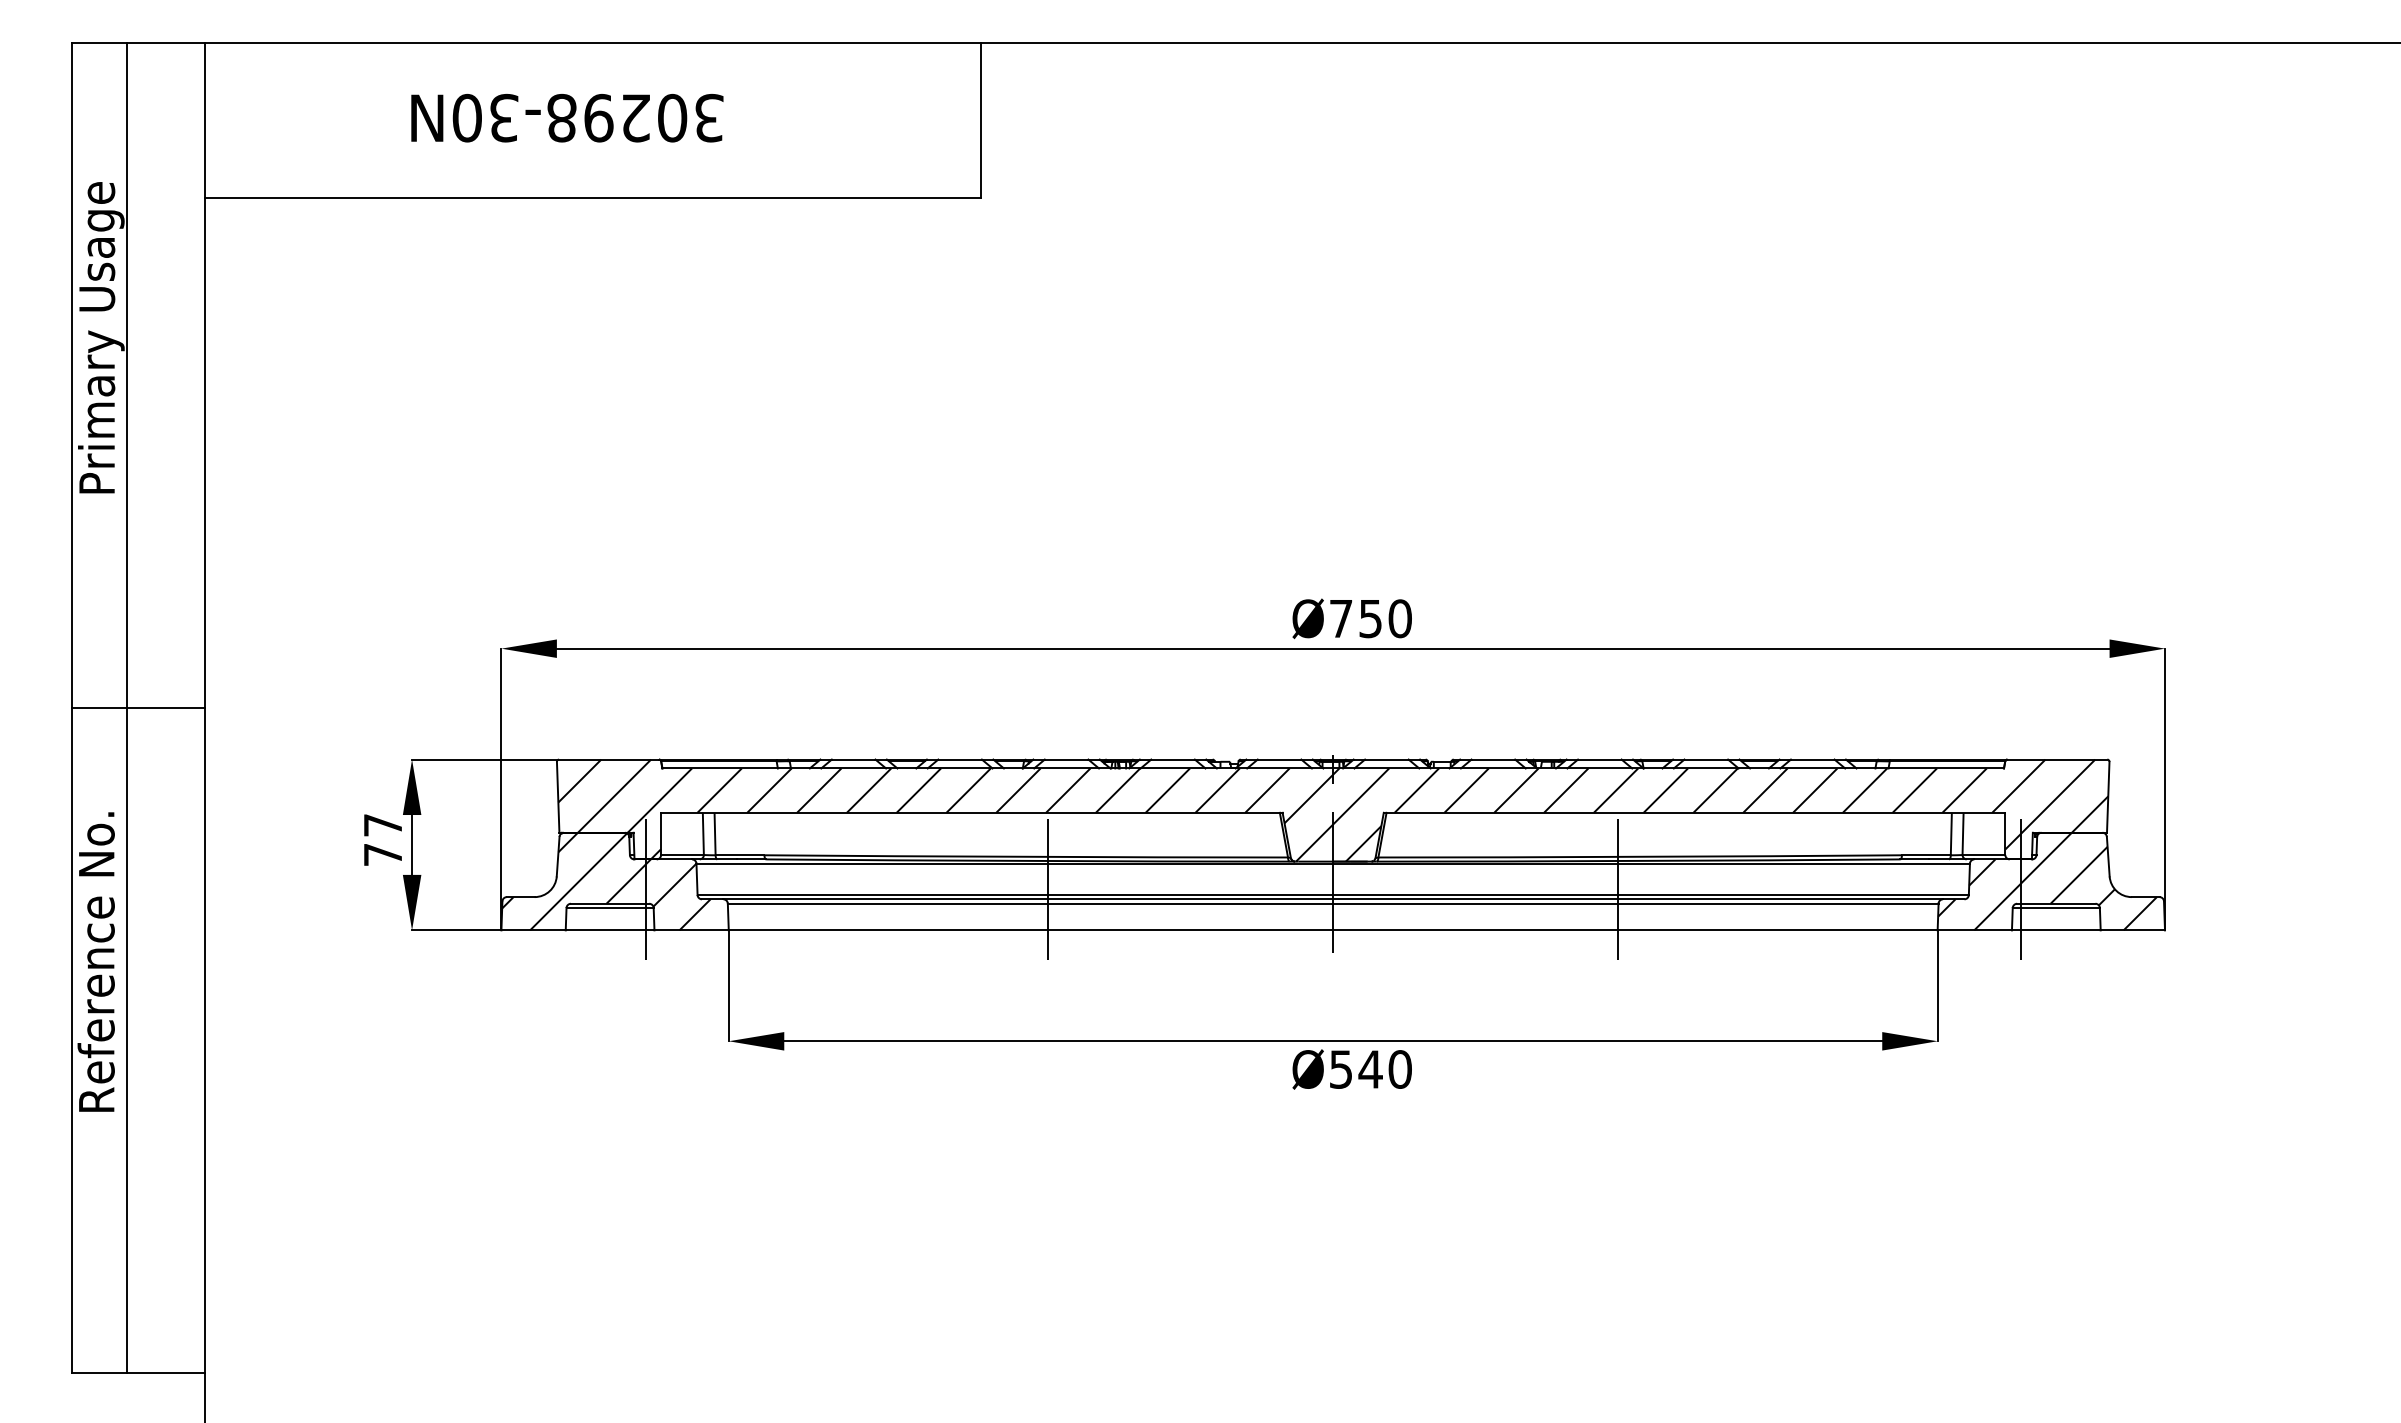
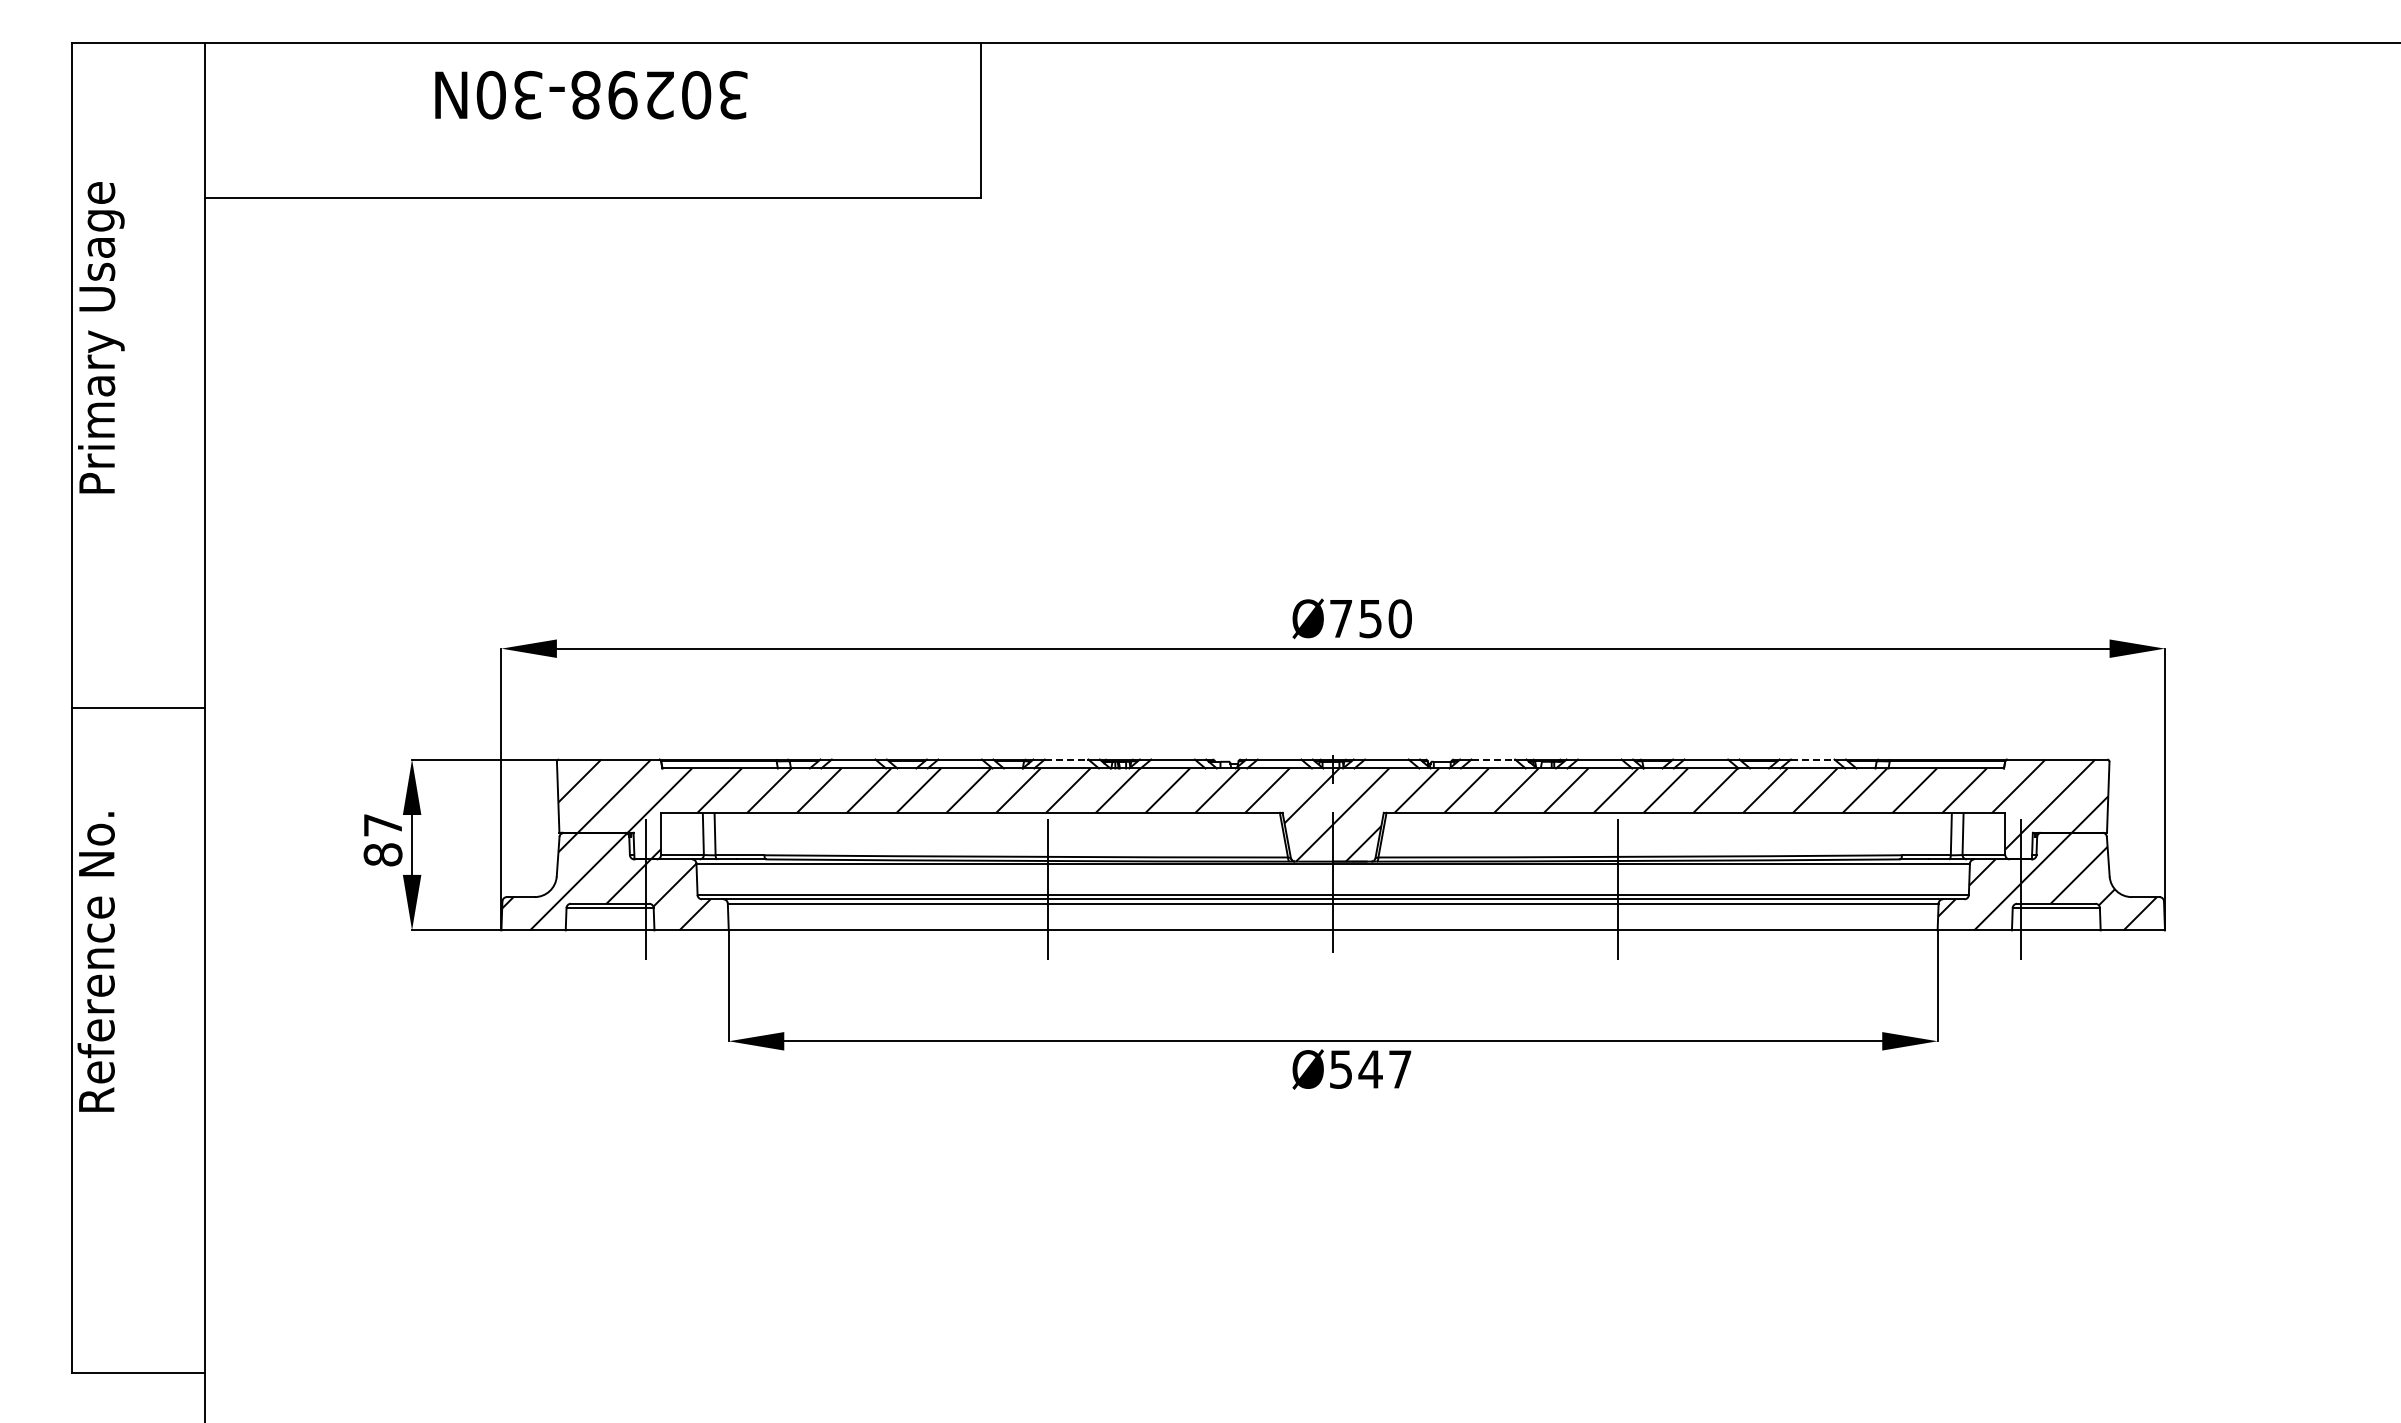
text at (567, 118) position: (567, 118) -> (591, 95)
line at (127, 707): present -> none
line at (1066, 759): solid -> dashed
line at (1493, 759): solid -> dashed
line at (1812, 759): solid -> dashed
text at (382, 854): 77 -> 87
text at (1399, 1069): Ø540 -> Ø547
